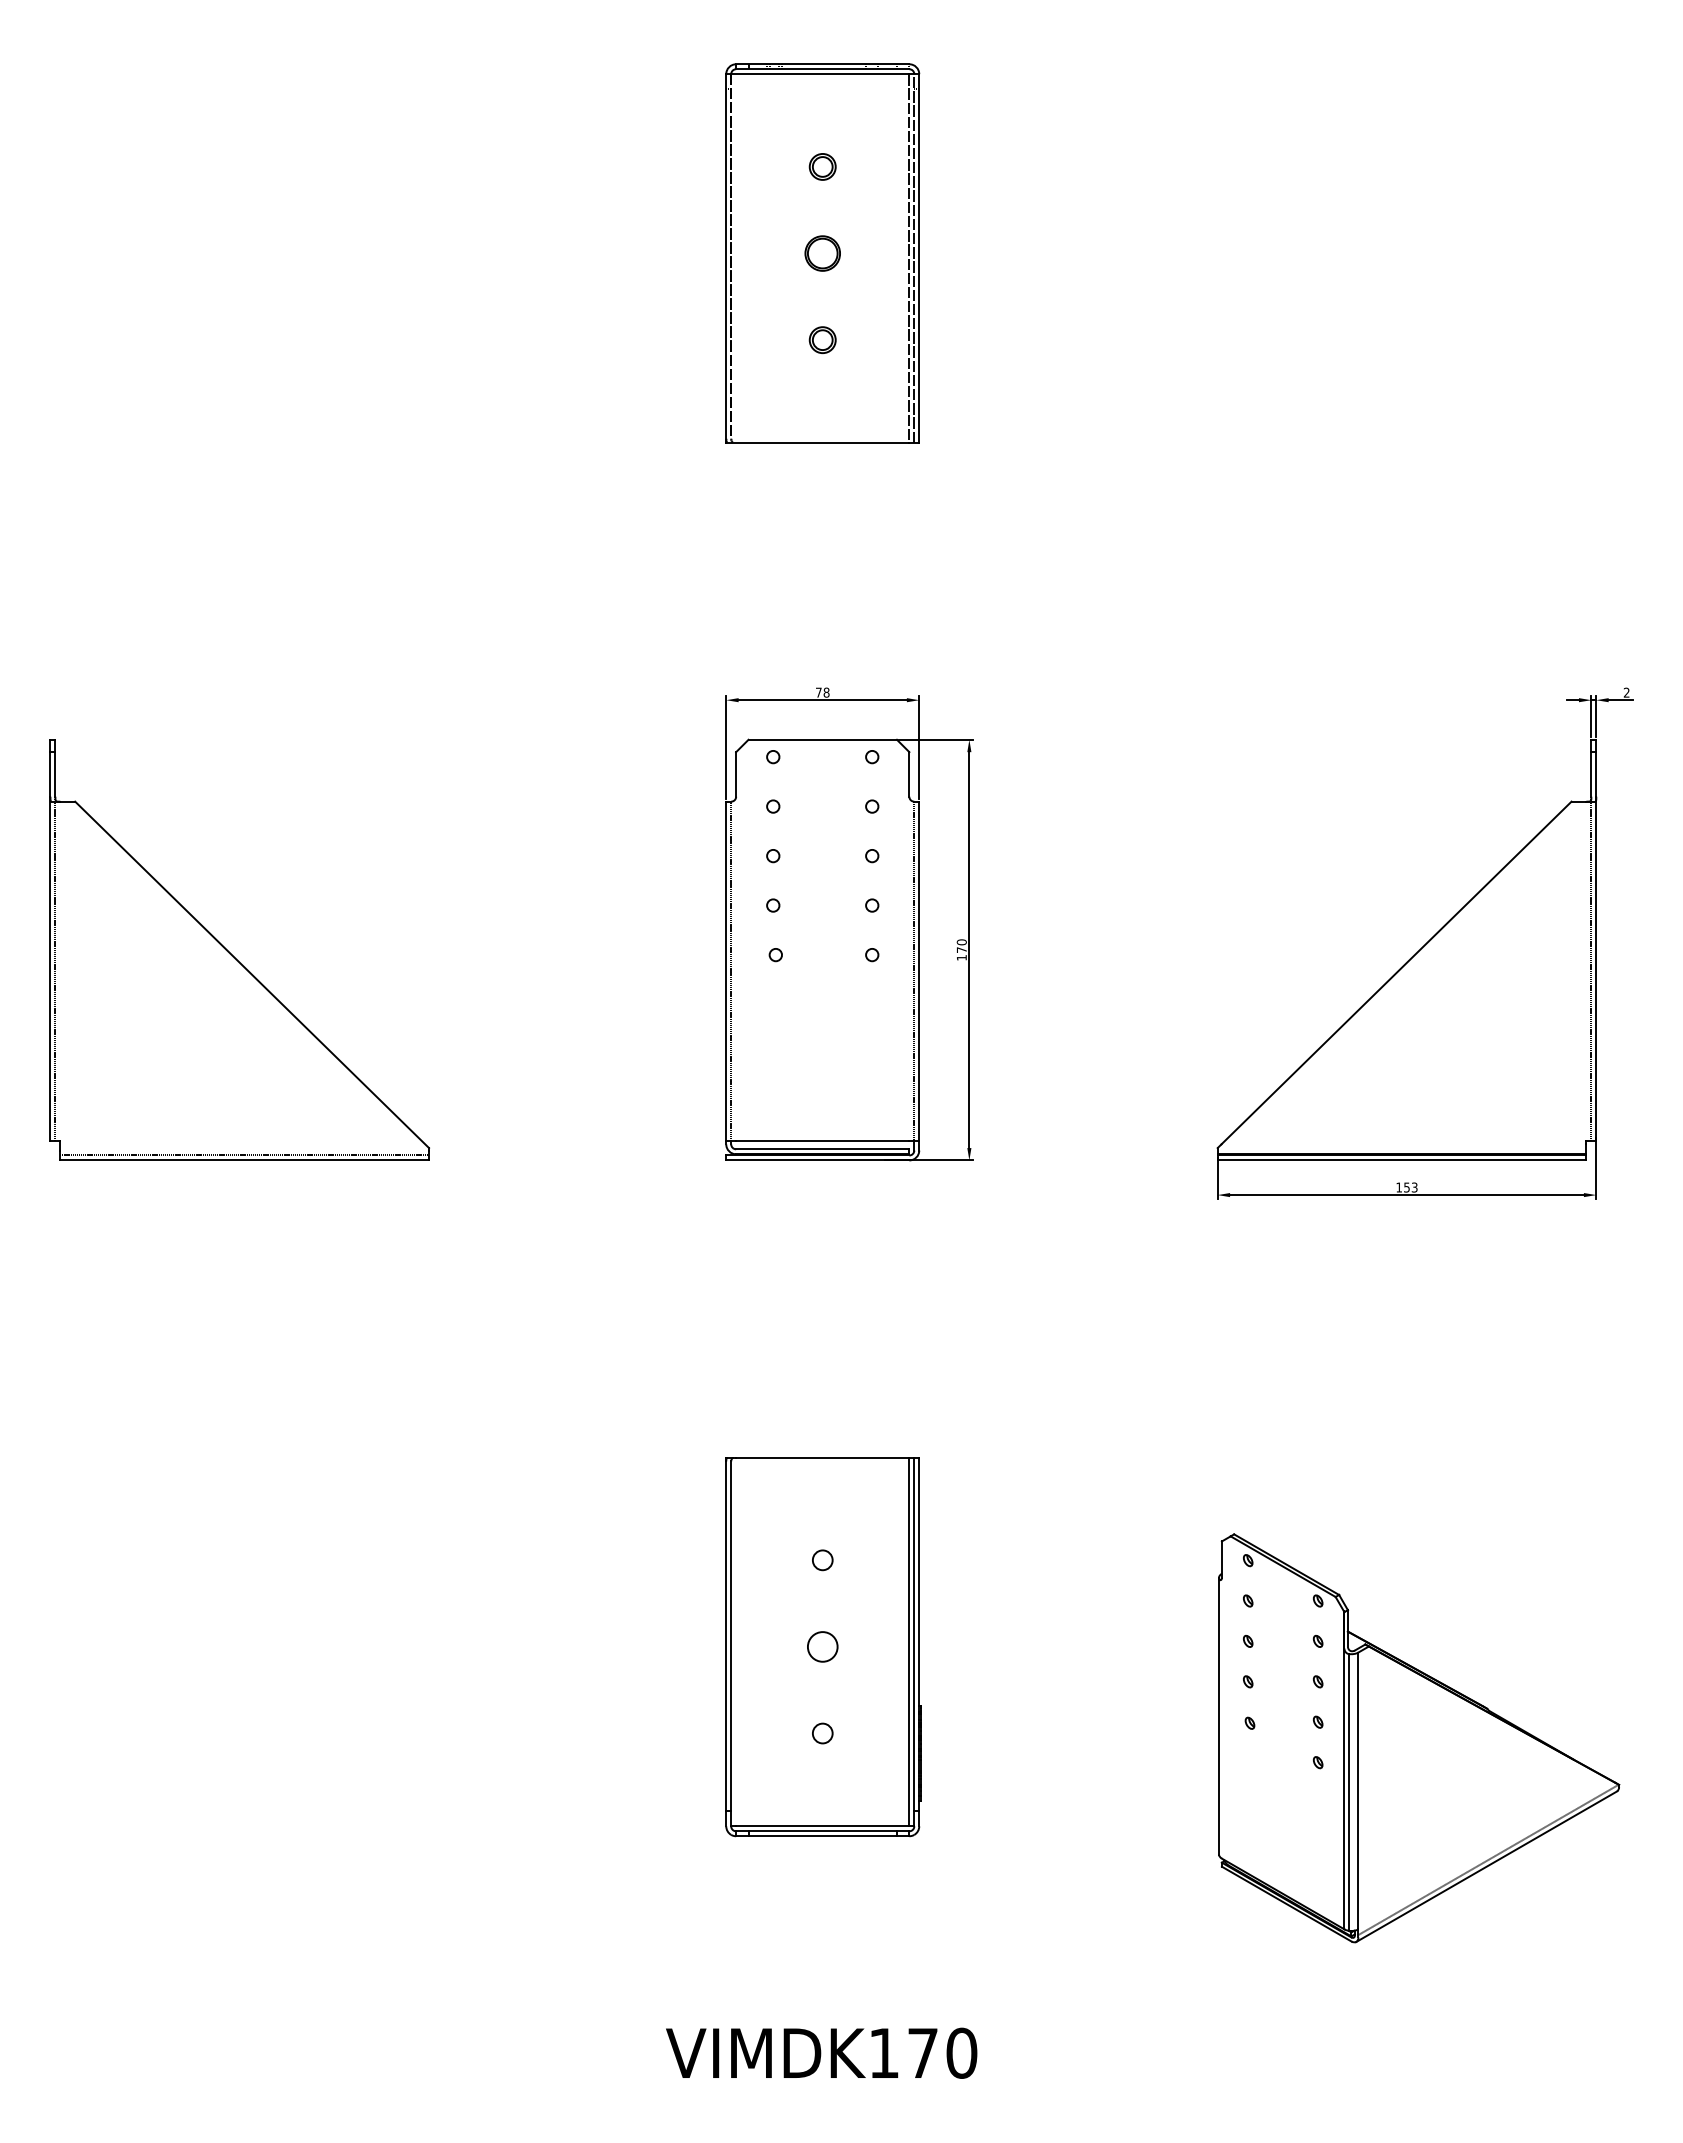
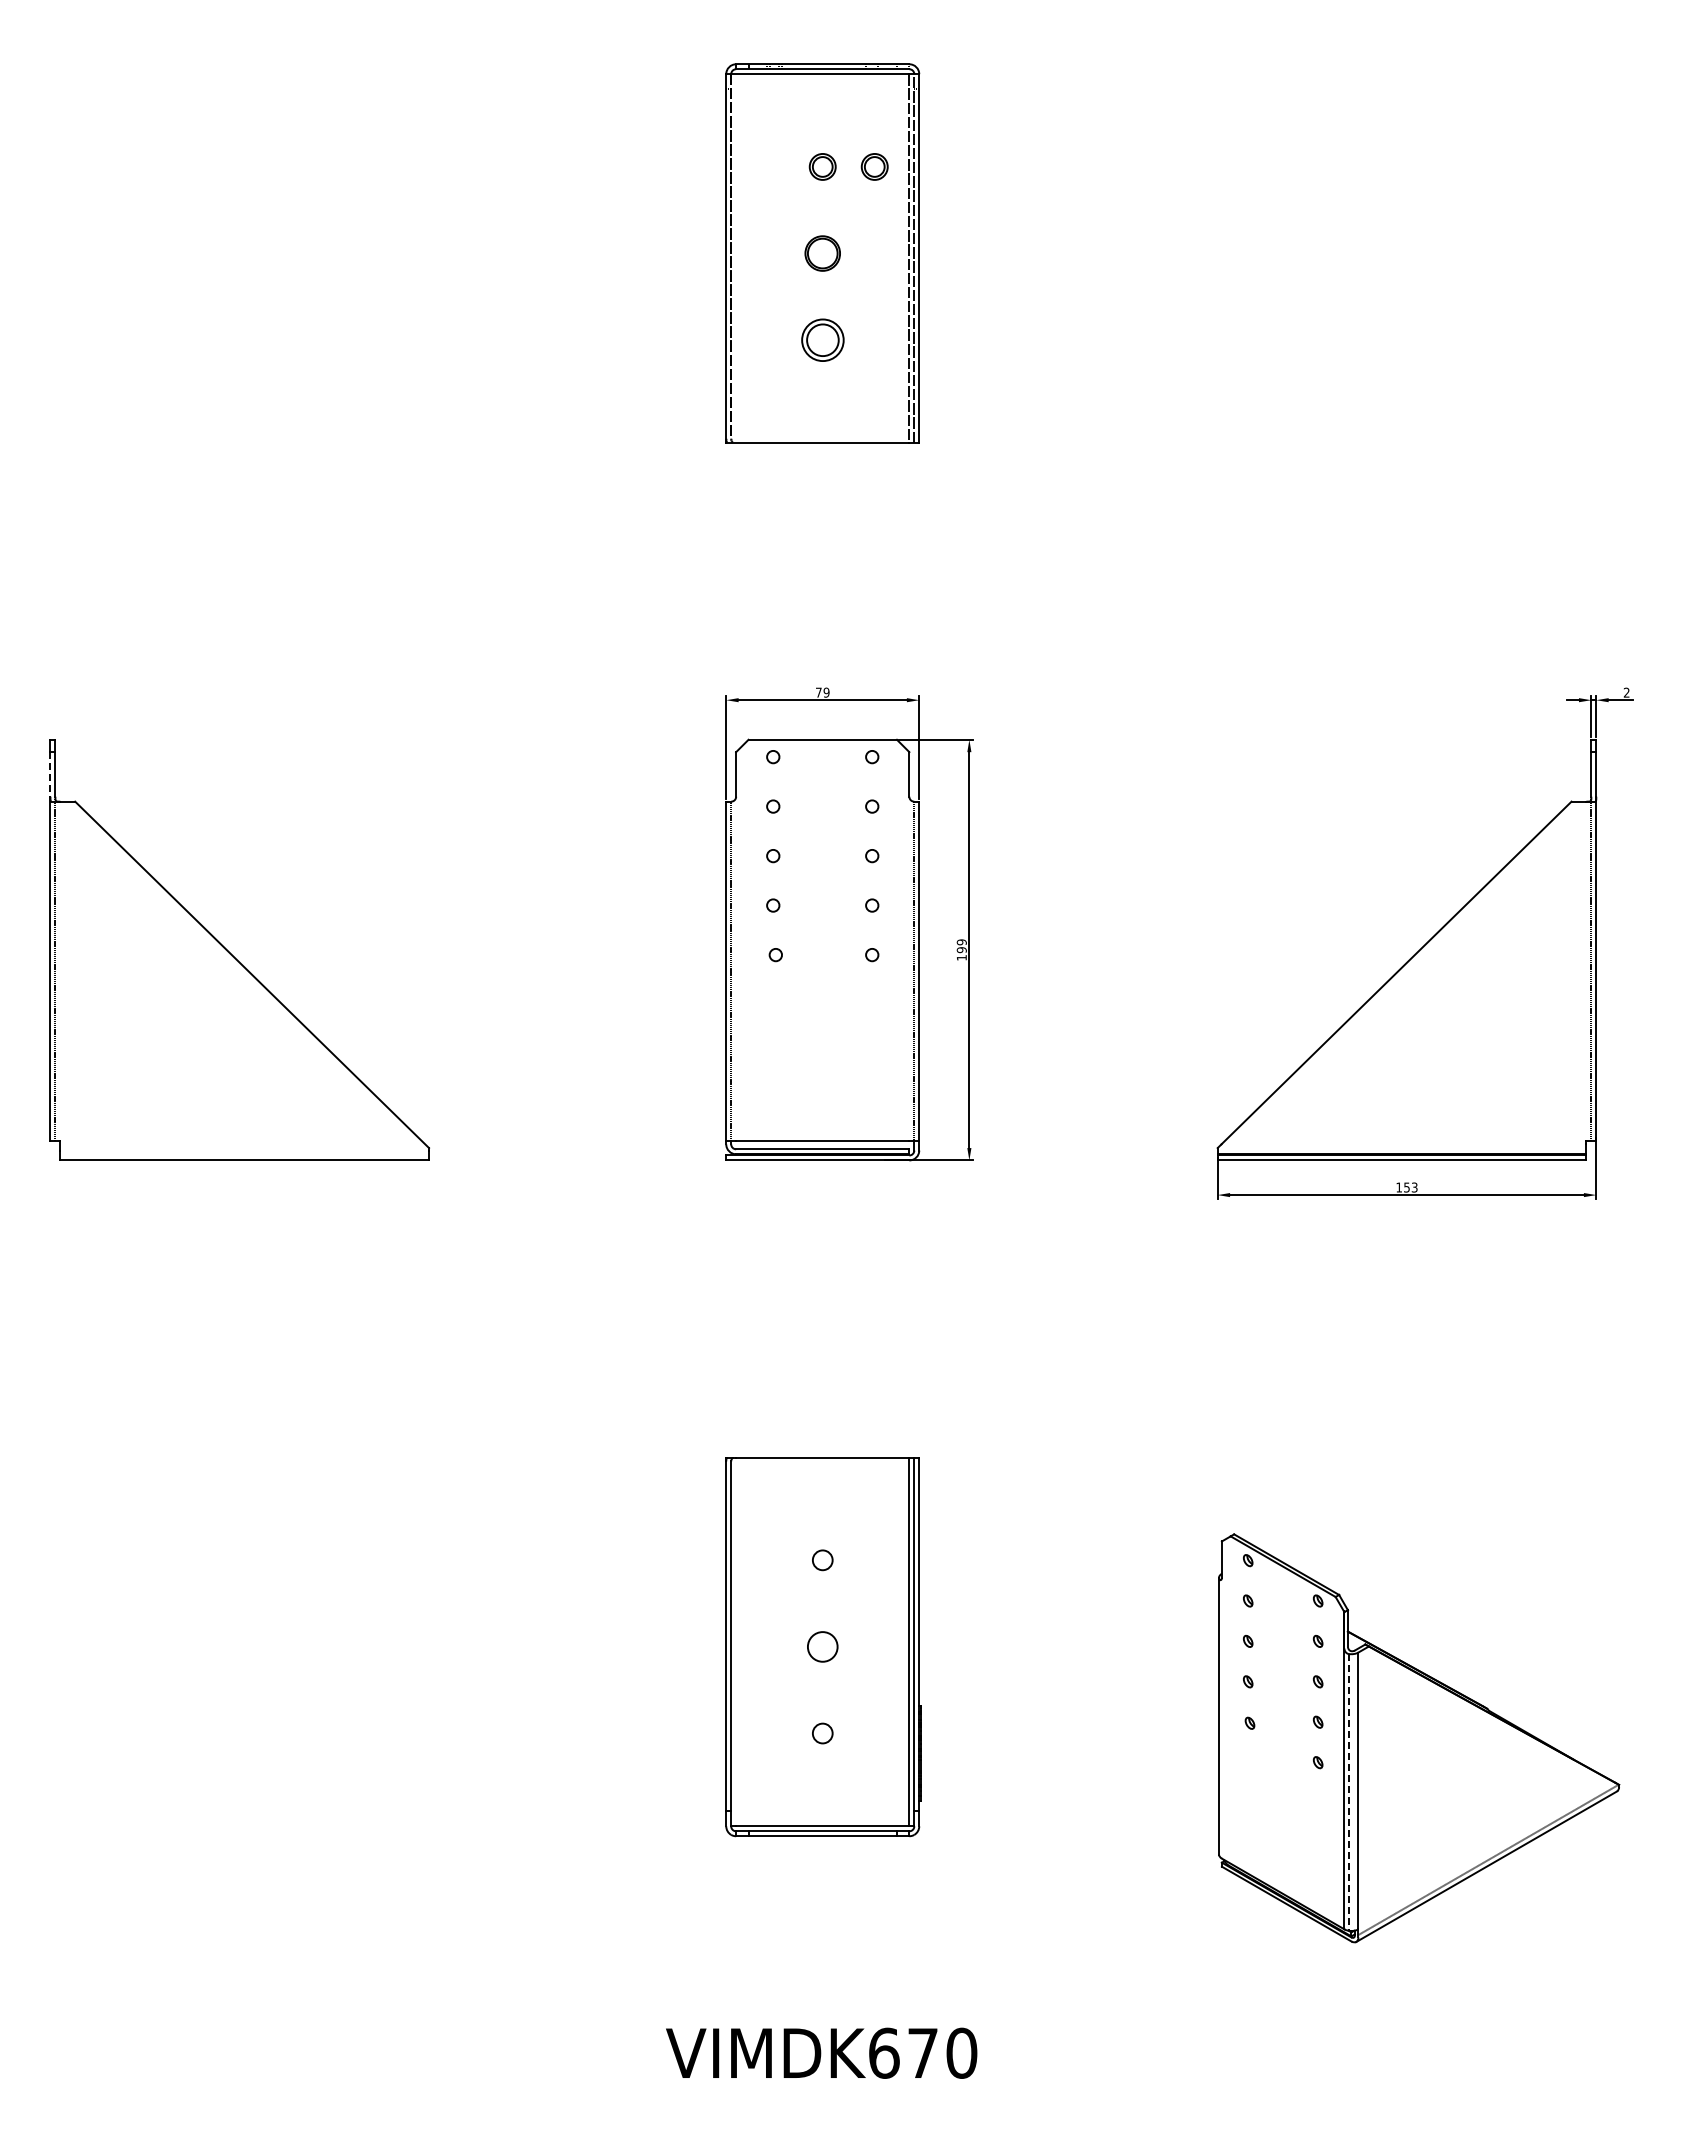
part at (874, 166): none -> present
part at (822, 339) size: 29x28 px -> 44x44 px
text at (826, 692): 78 -> 79
line at (50, 774): solid -> dashed
text at (961, 946): 170 -> 199
line at (244, 1155): present -> none
line at (1348, 1792): solid -> dashed
text at (884, 2052): VIMDK170 -> VIMDK670
